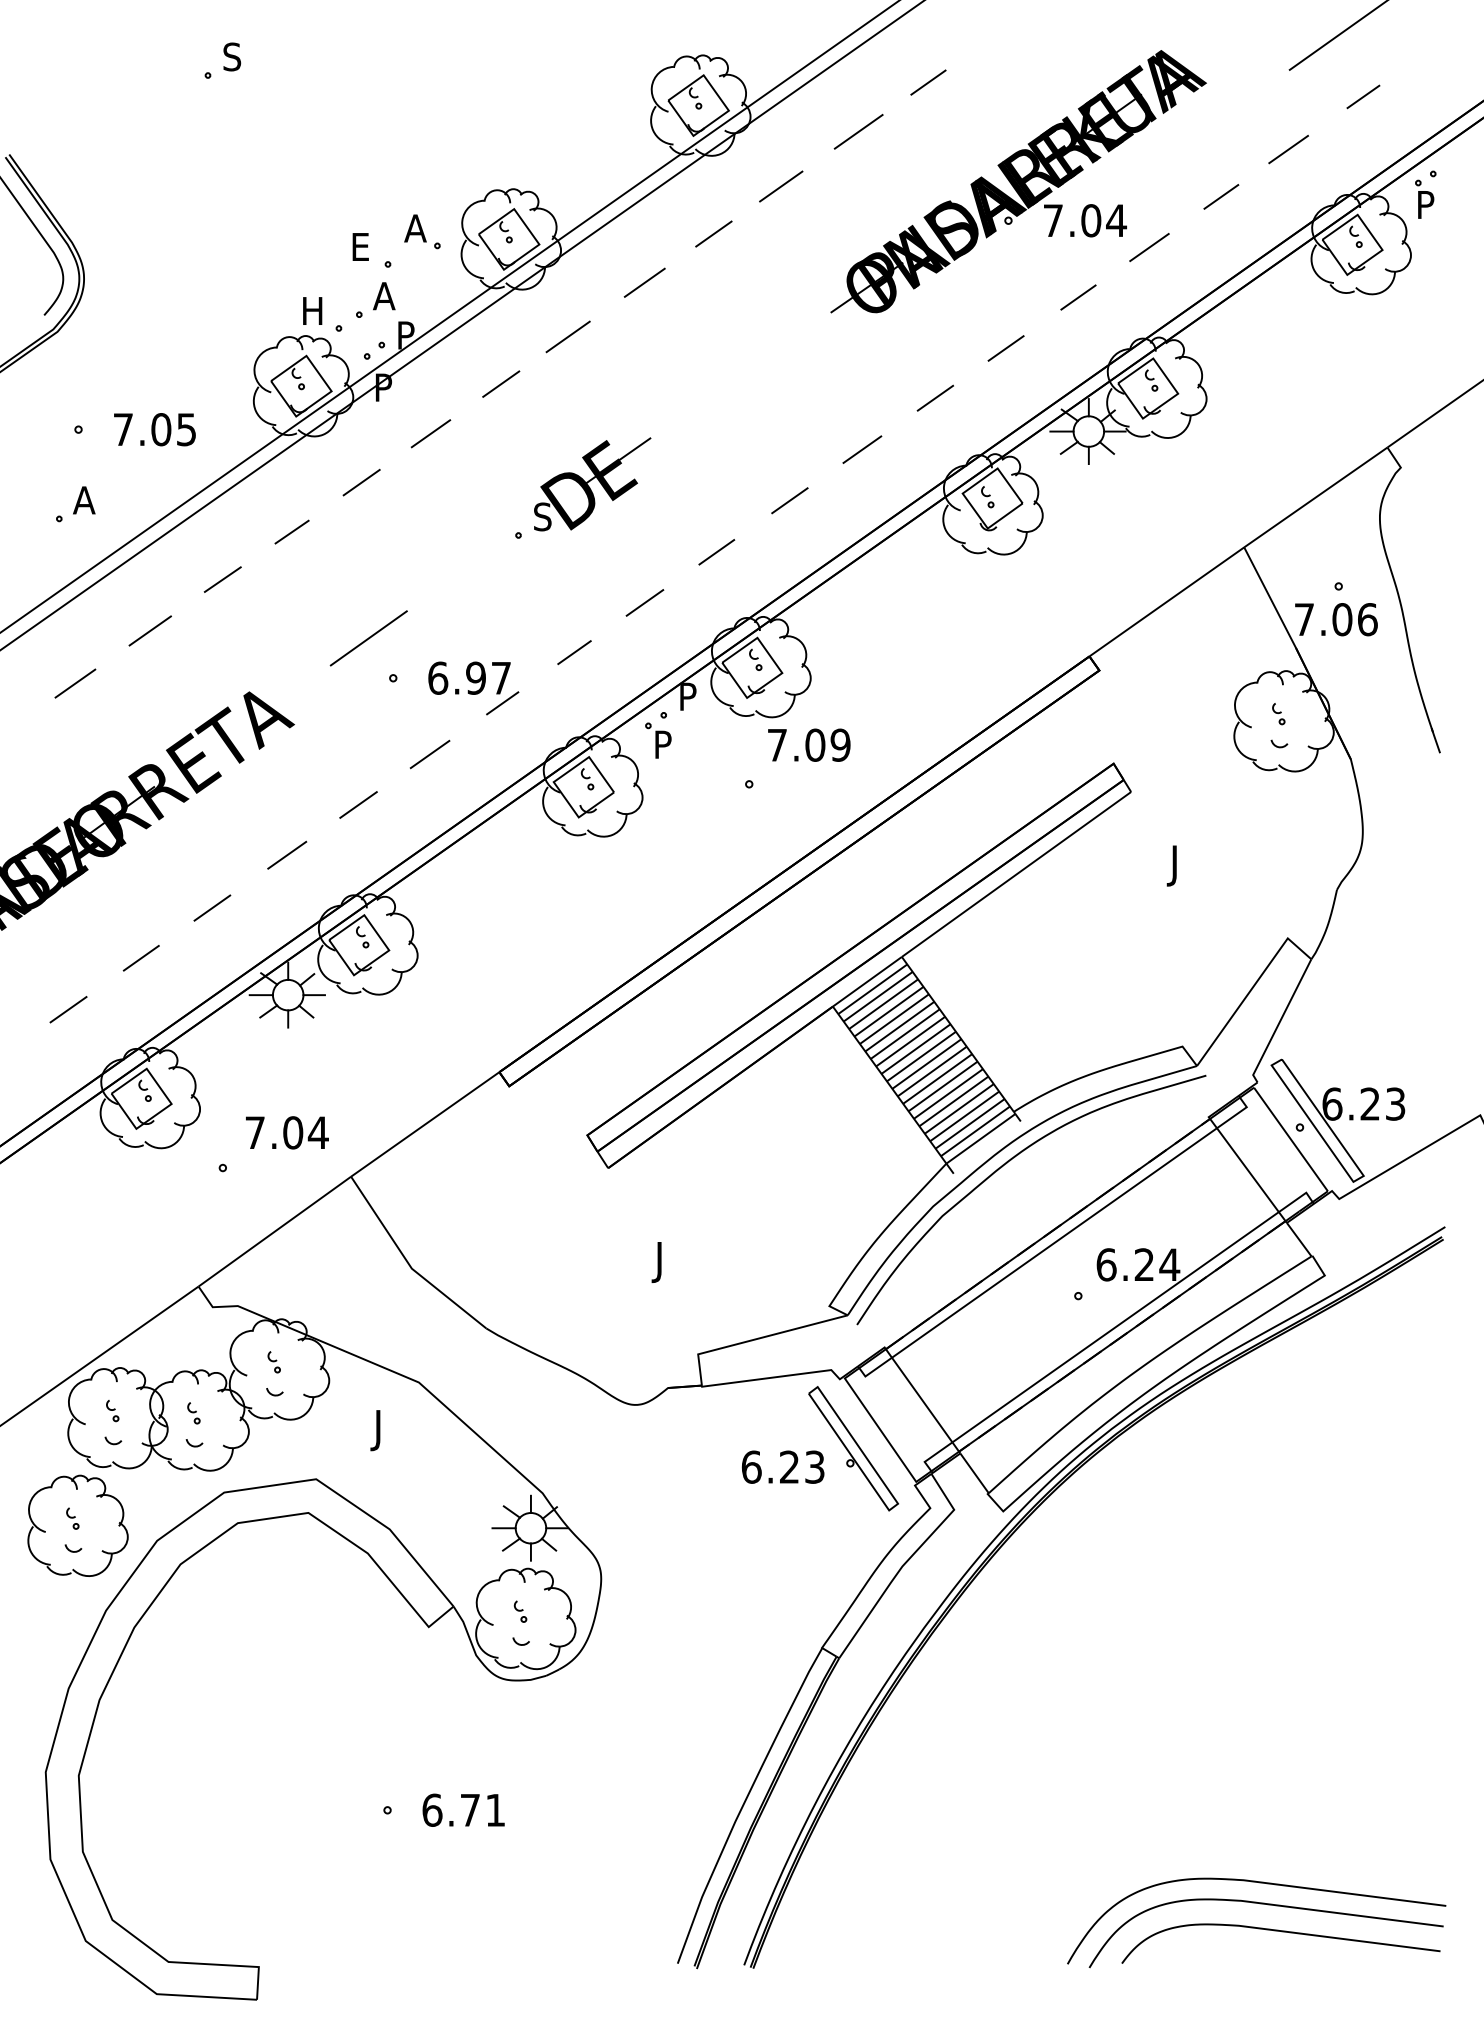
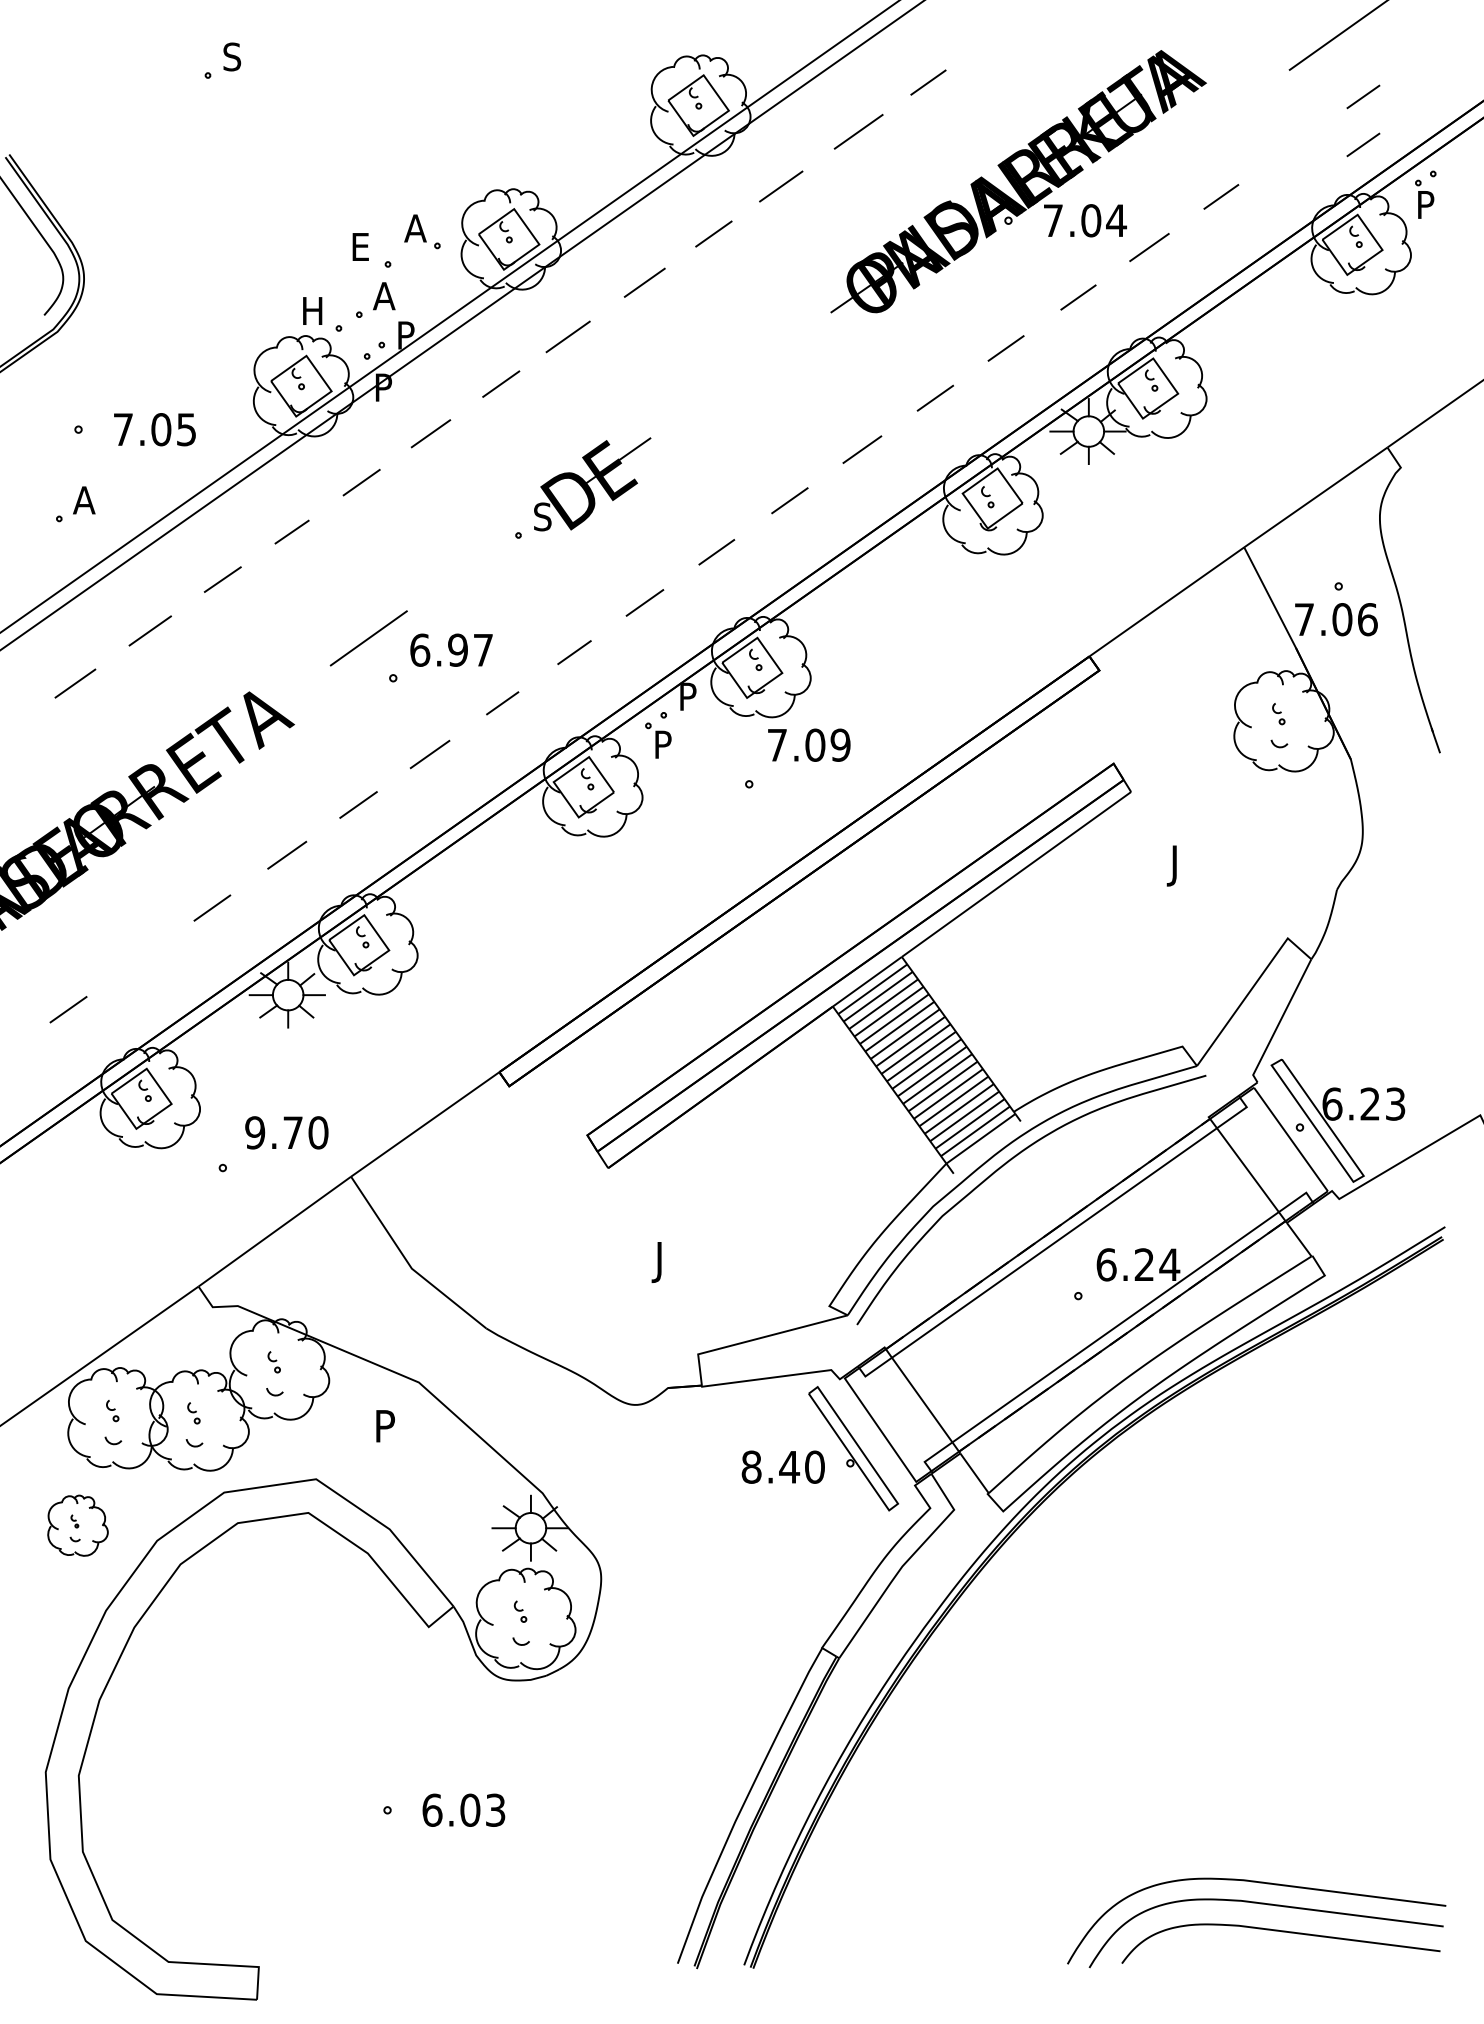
line at (1363, 144): none -> present
line at (1288, 149): present -> none
text at (469, 677) position: (469, 677) -> (451, 649)
line at (140, 958): present -> none
text at (286, 1132): 7.04 -> 9.70
text at (382, 1430): J -> P
text at (782, 1466): 6.23 -> 8.40
part at (77, 1525) size: 102x103 px -> 62x63 px
text at (482, 1809): 6.71 -> 6.03
